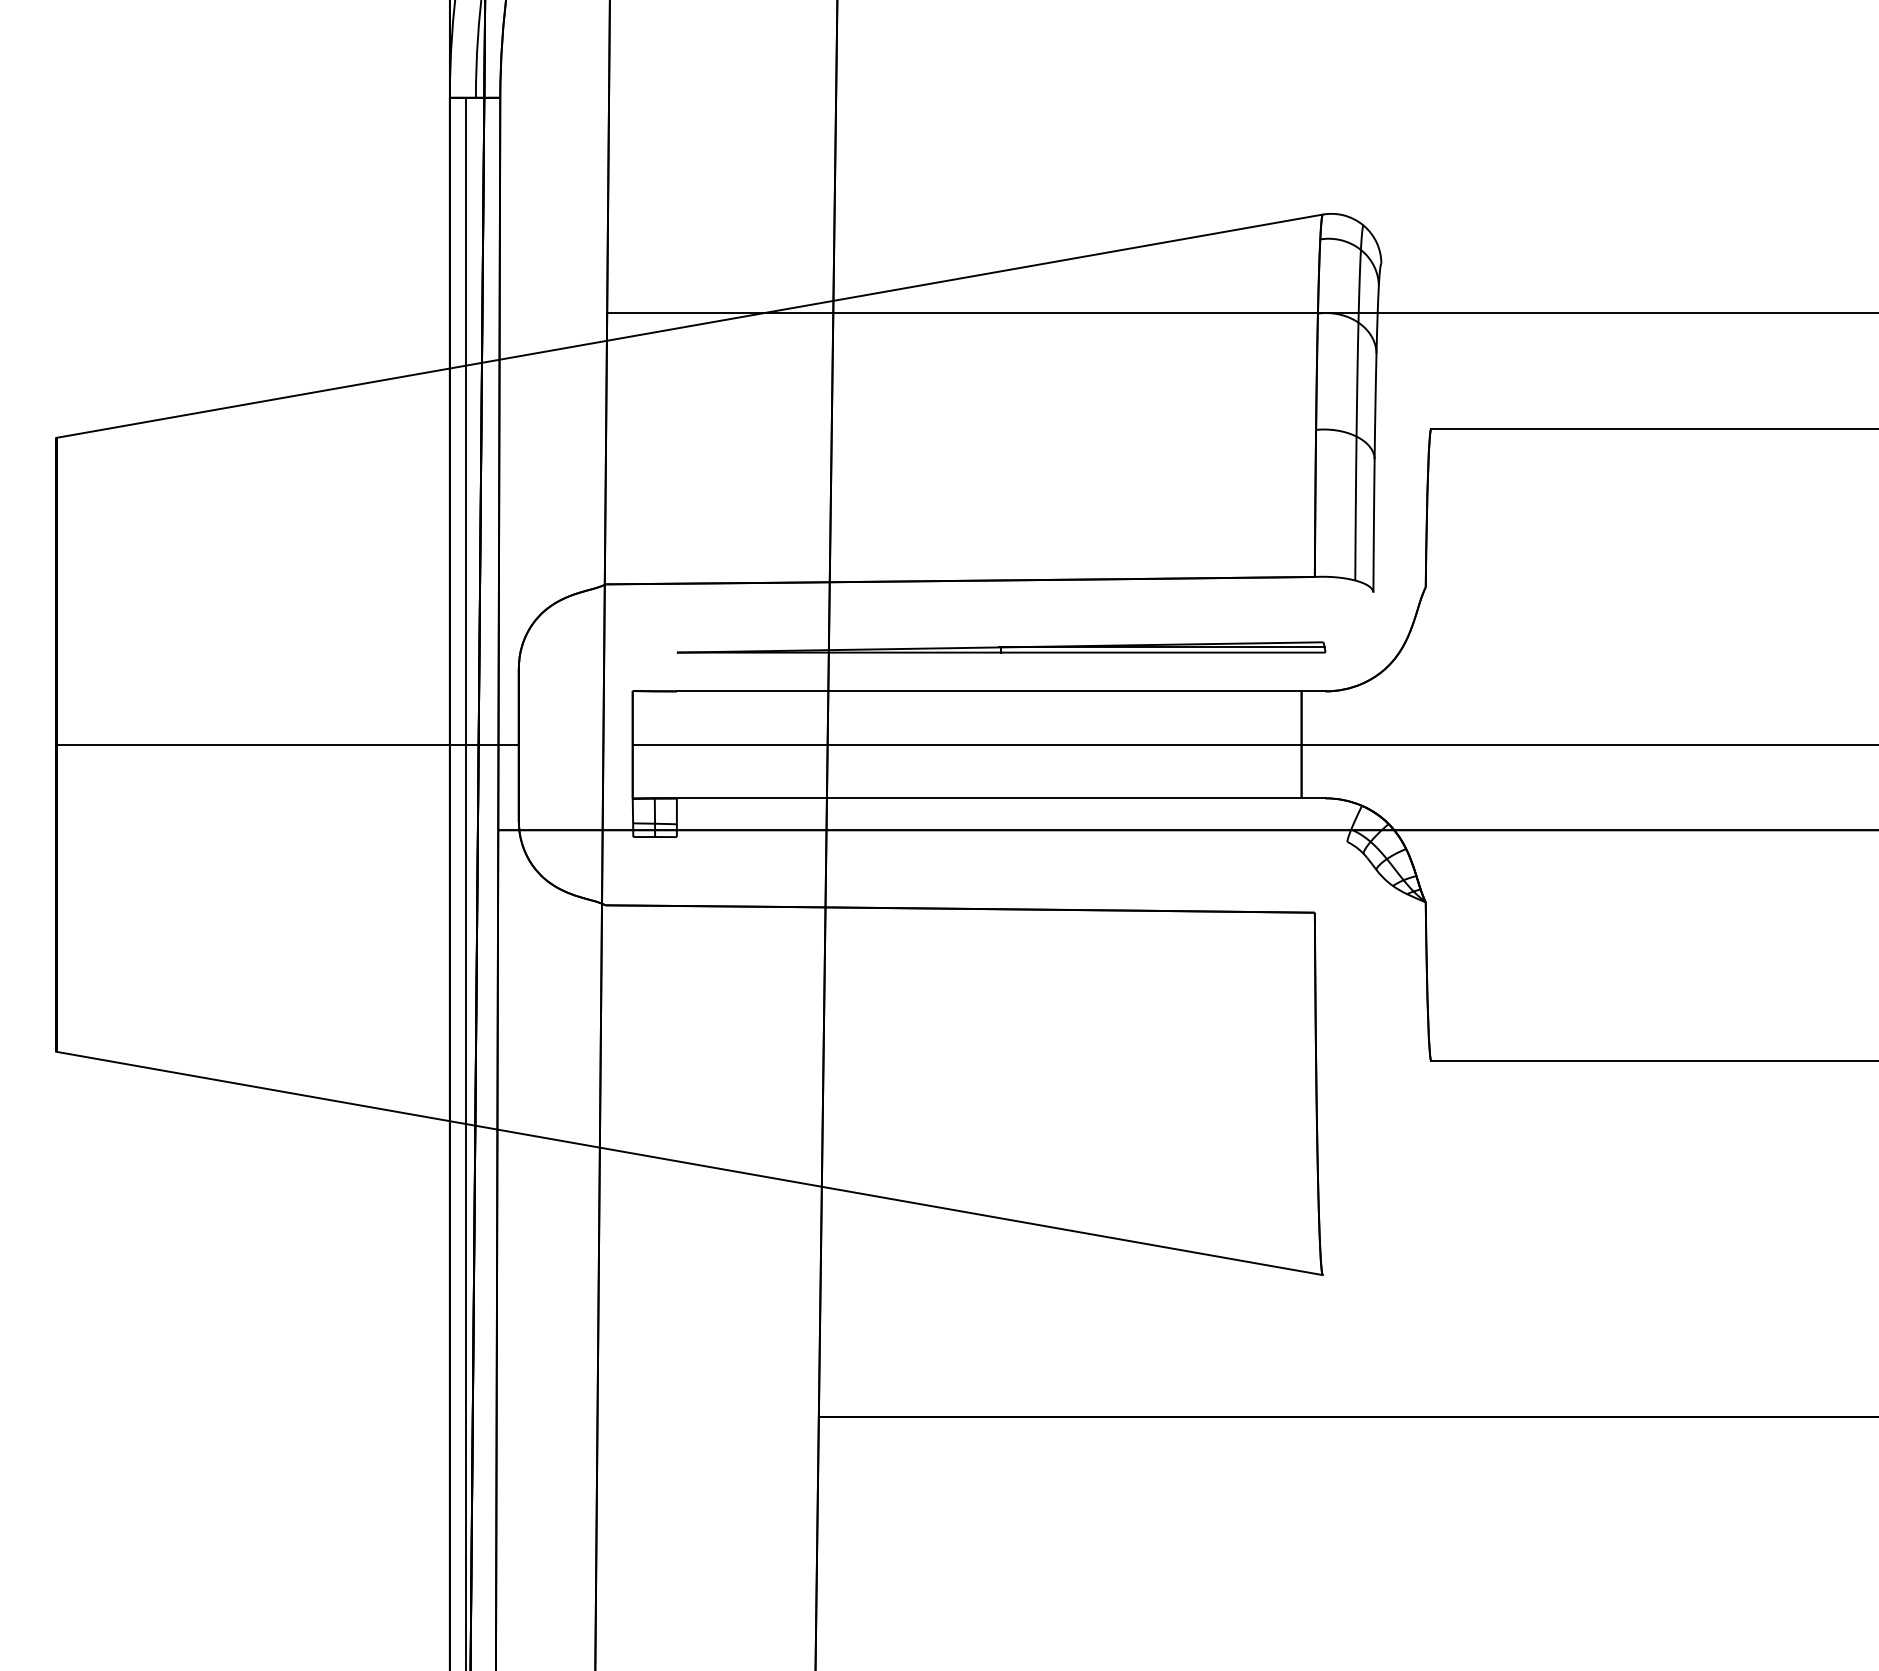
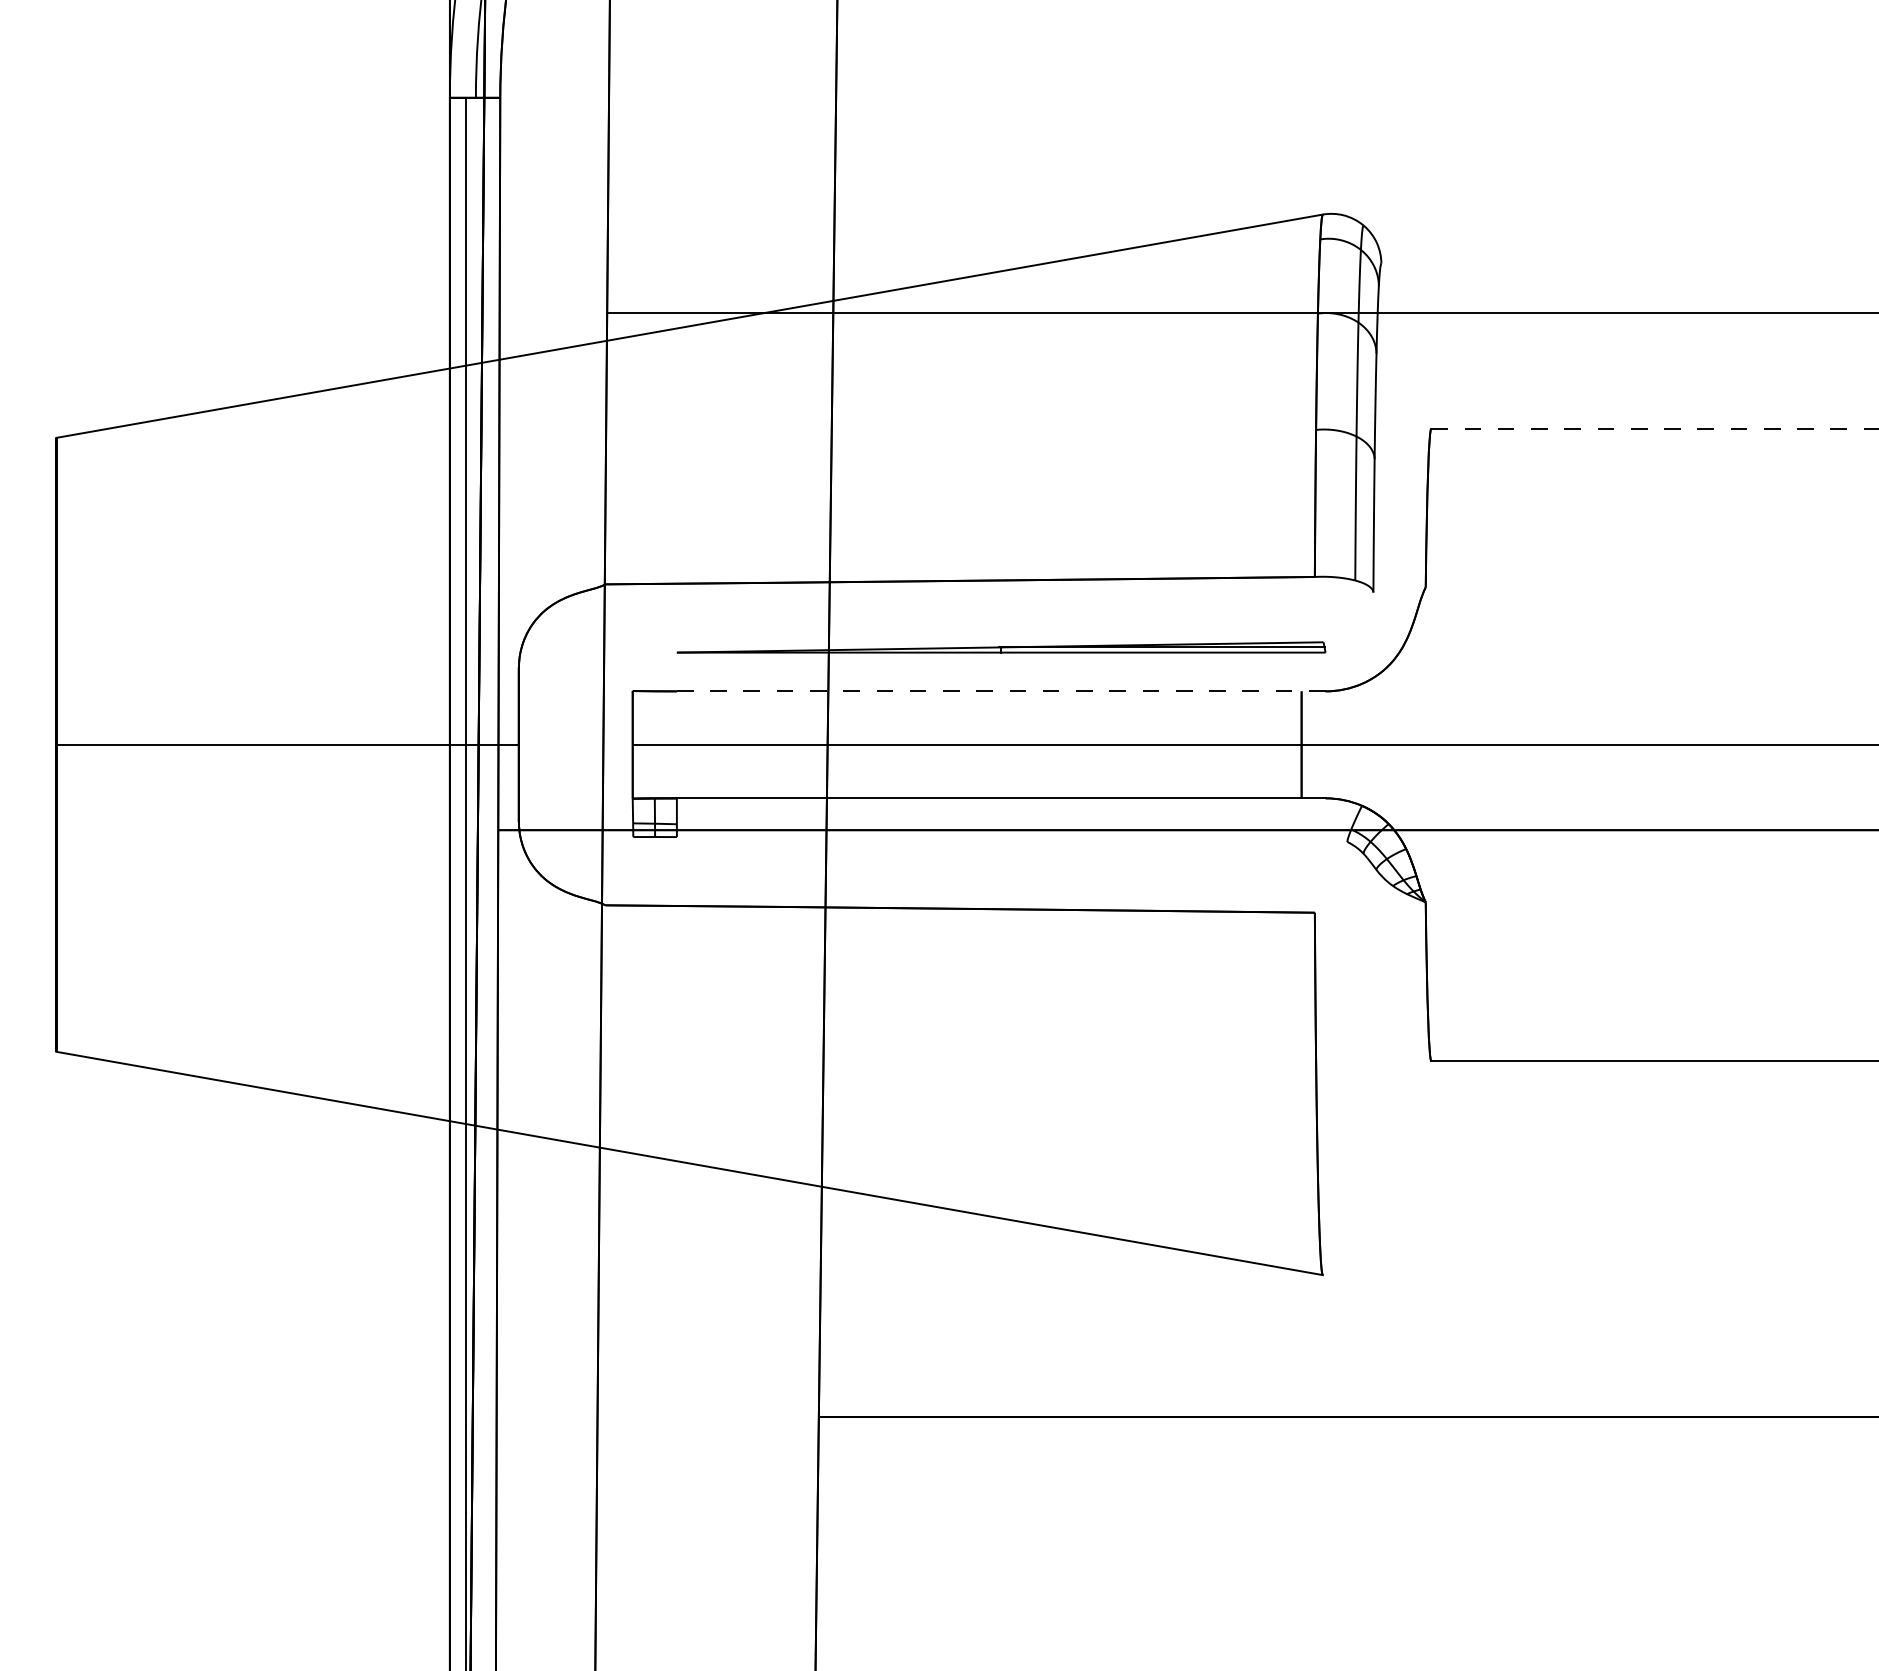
line at (1654, 428): solid -> dashed
line at (1001, 691): solid -> dashed
